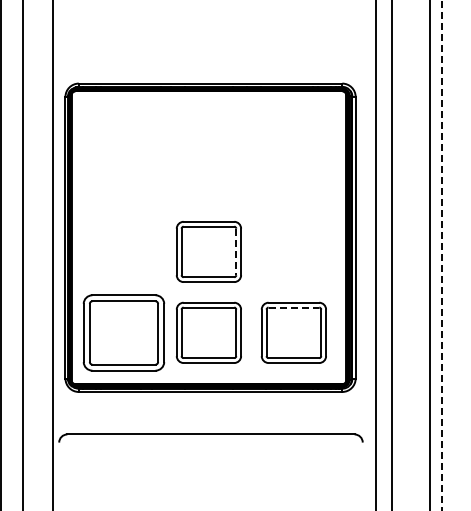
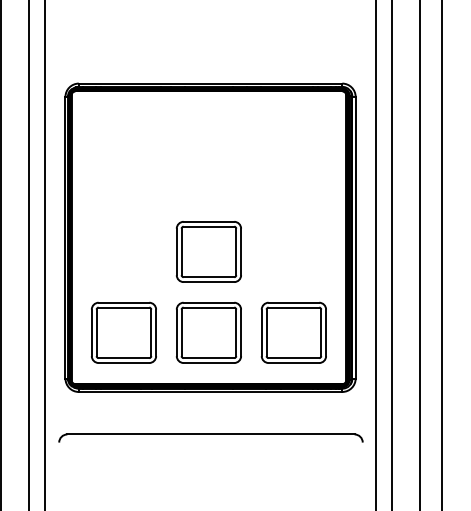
line at (236, 252): dashed -> solid
line at (23, 254) position: (23, 254) -> (29, 254)
line at (53, 254) position: (53, 254) -> (45, 254)
line at (430, 254) position: (430, 254) -> (420, 254)
line at (441, 255): dashed -> solid
line at (294, 307): dashed -> solid
part at (123, 332) size: 84x78 px -> 66x63 px
